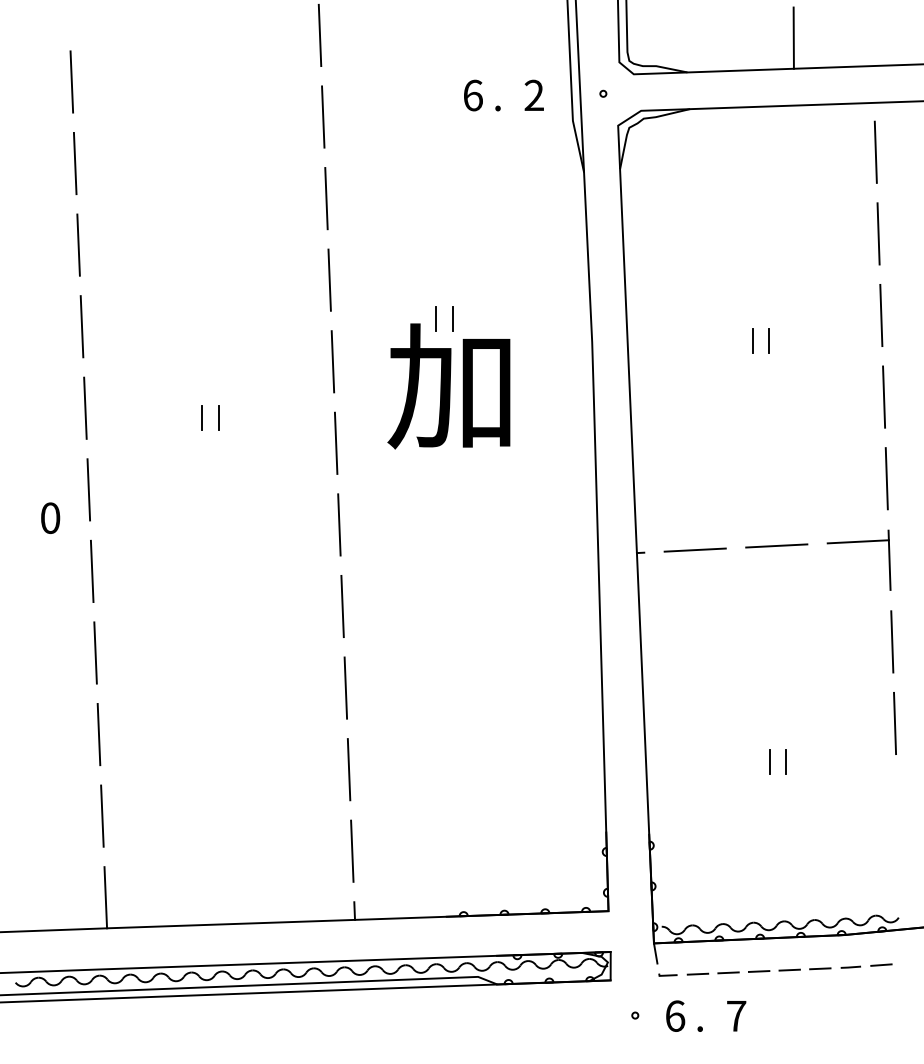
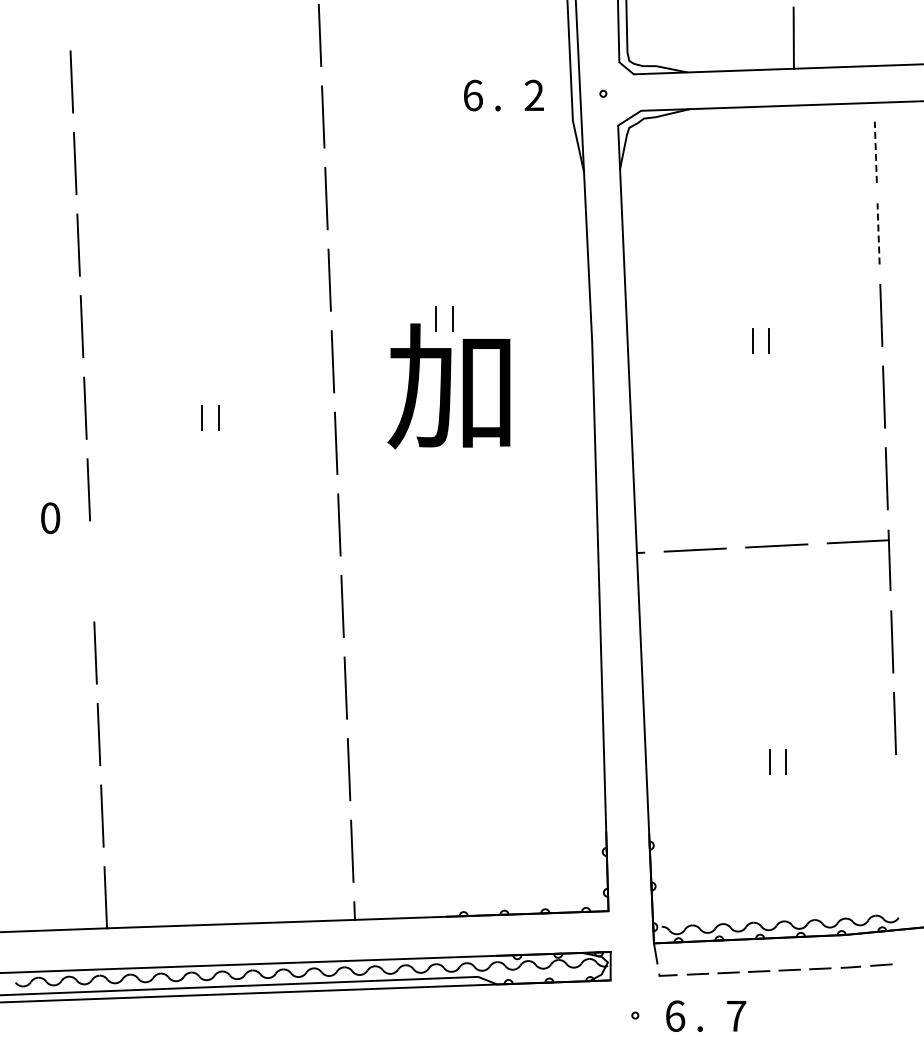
line at (875, 152): solid -> dashed
line at (878, 233): solid -> dashed
line at (91, 571): present -> none
